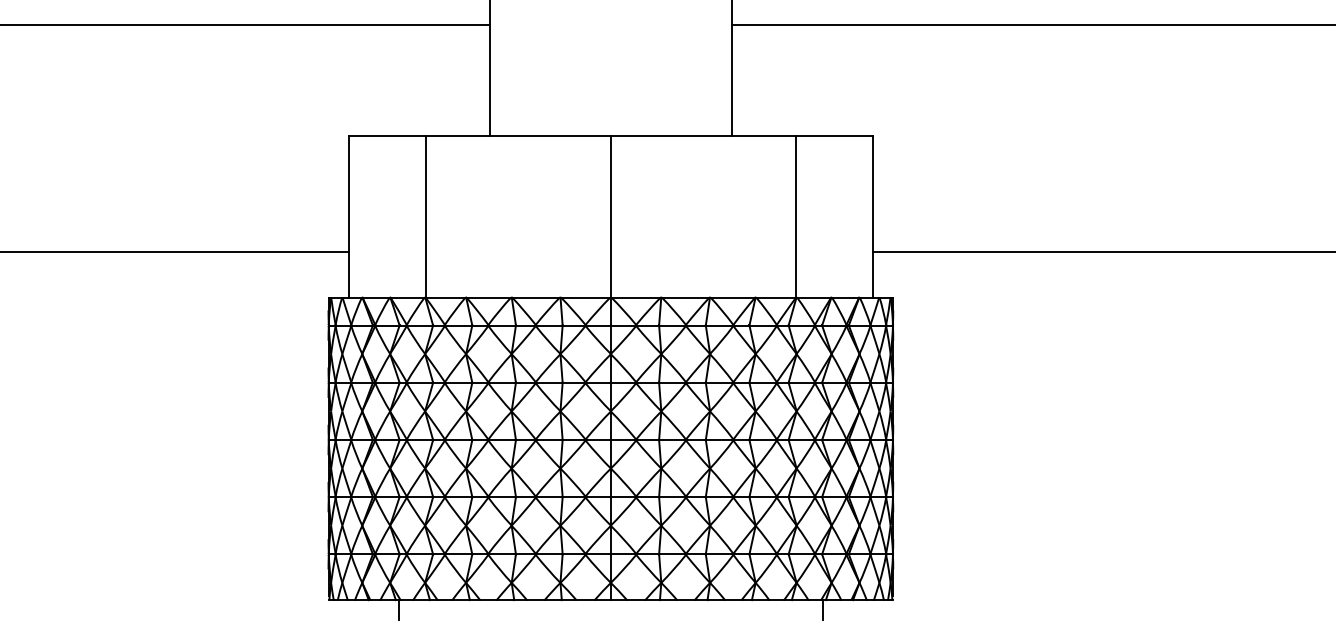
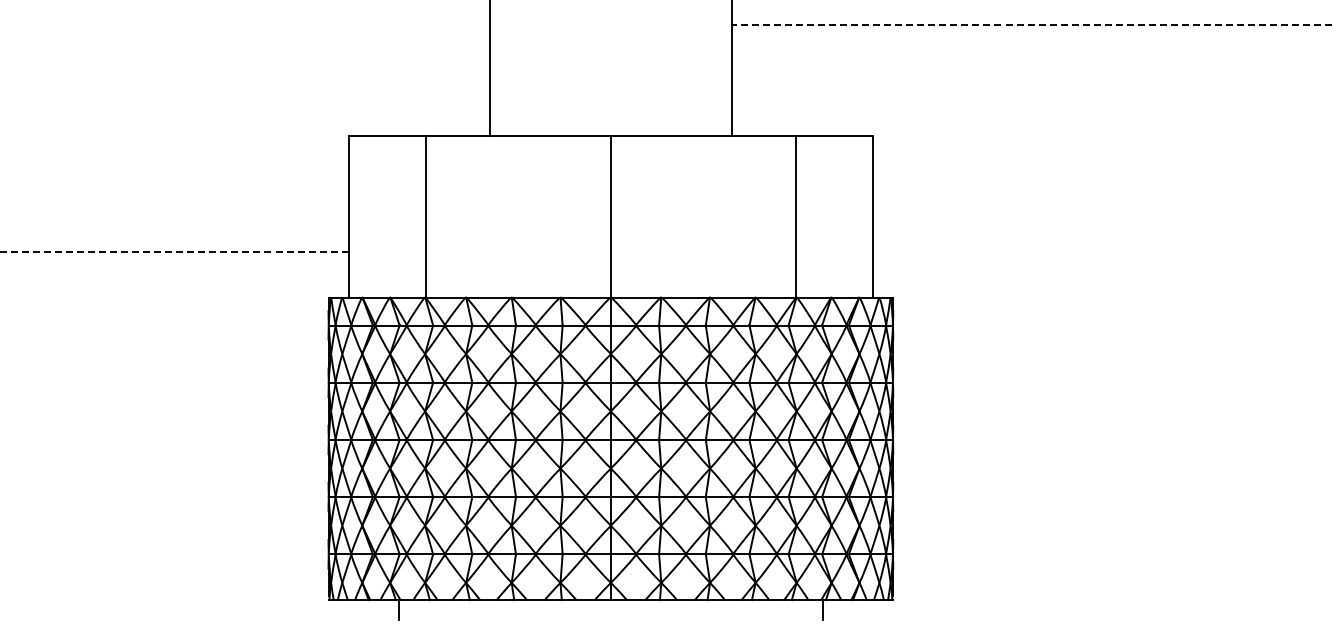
line at (245, 25): present -> none
line at (1033, 25): solid -> dashed
line at (173, 251): solid -> dashed
line at (1102, 251): present -> none
